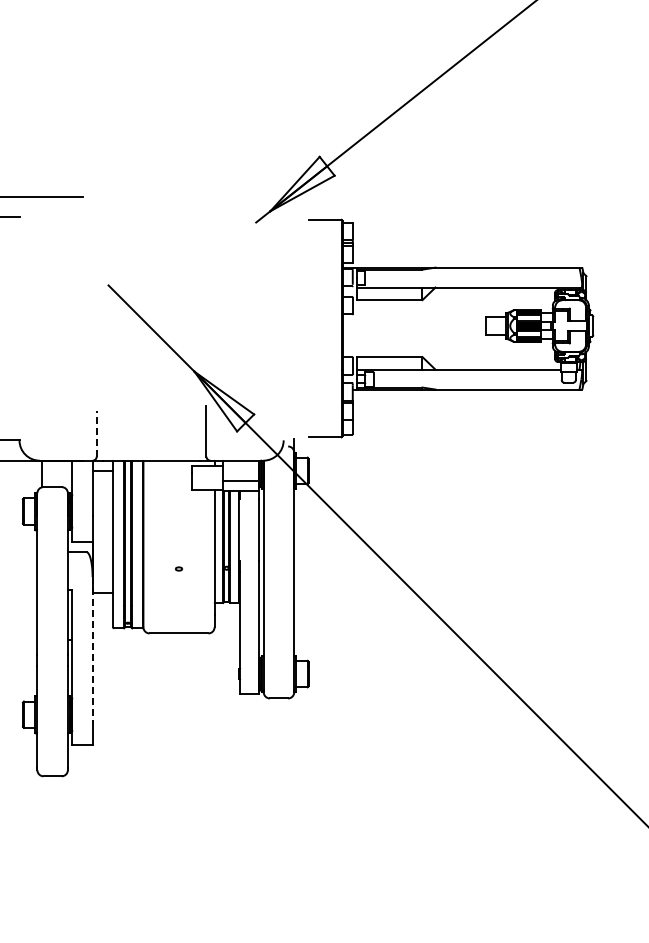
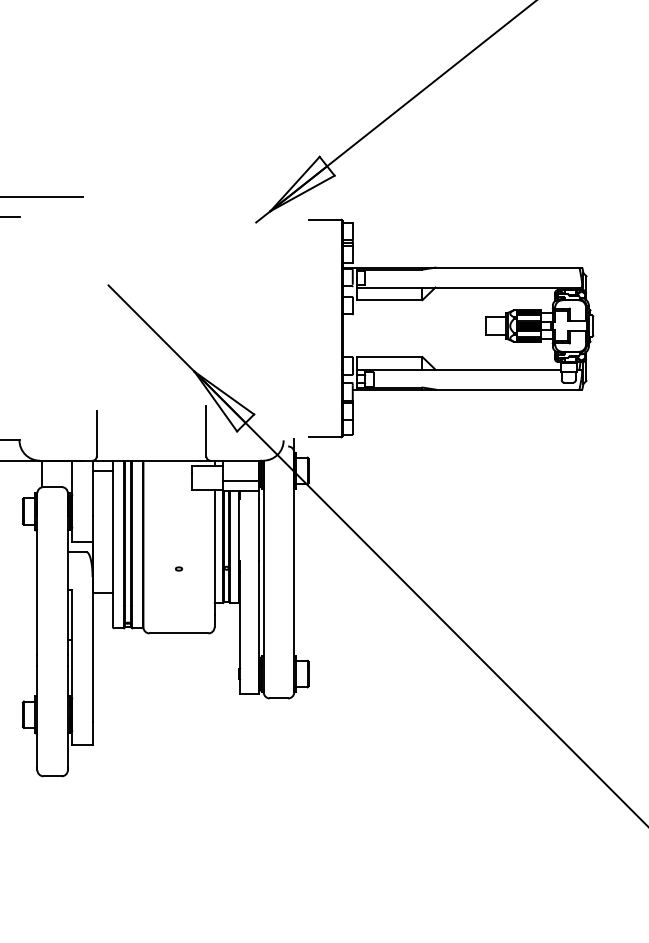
line at (96, 433): dashed -> solid
line at (92, 650): dashed -> solid
